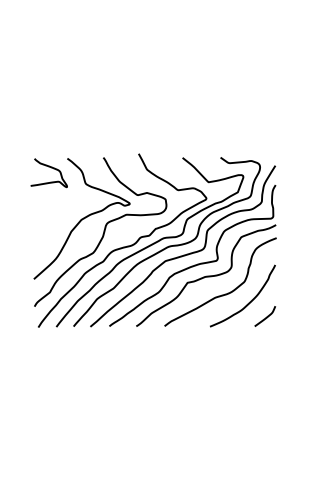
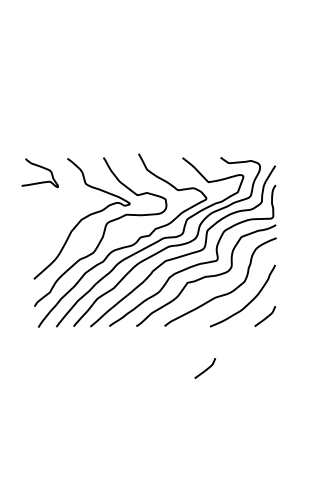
curve at (51, 168) position: (51, 168) -> (42, 168)
curve at (206, 368): none -> present
